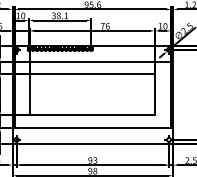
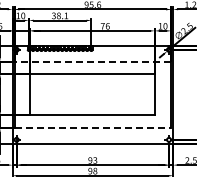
line at (92, 62): solid -> dashed
line at (93, 127): solid -> dashed
